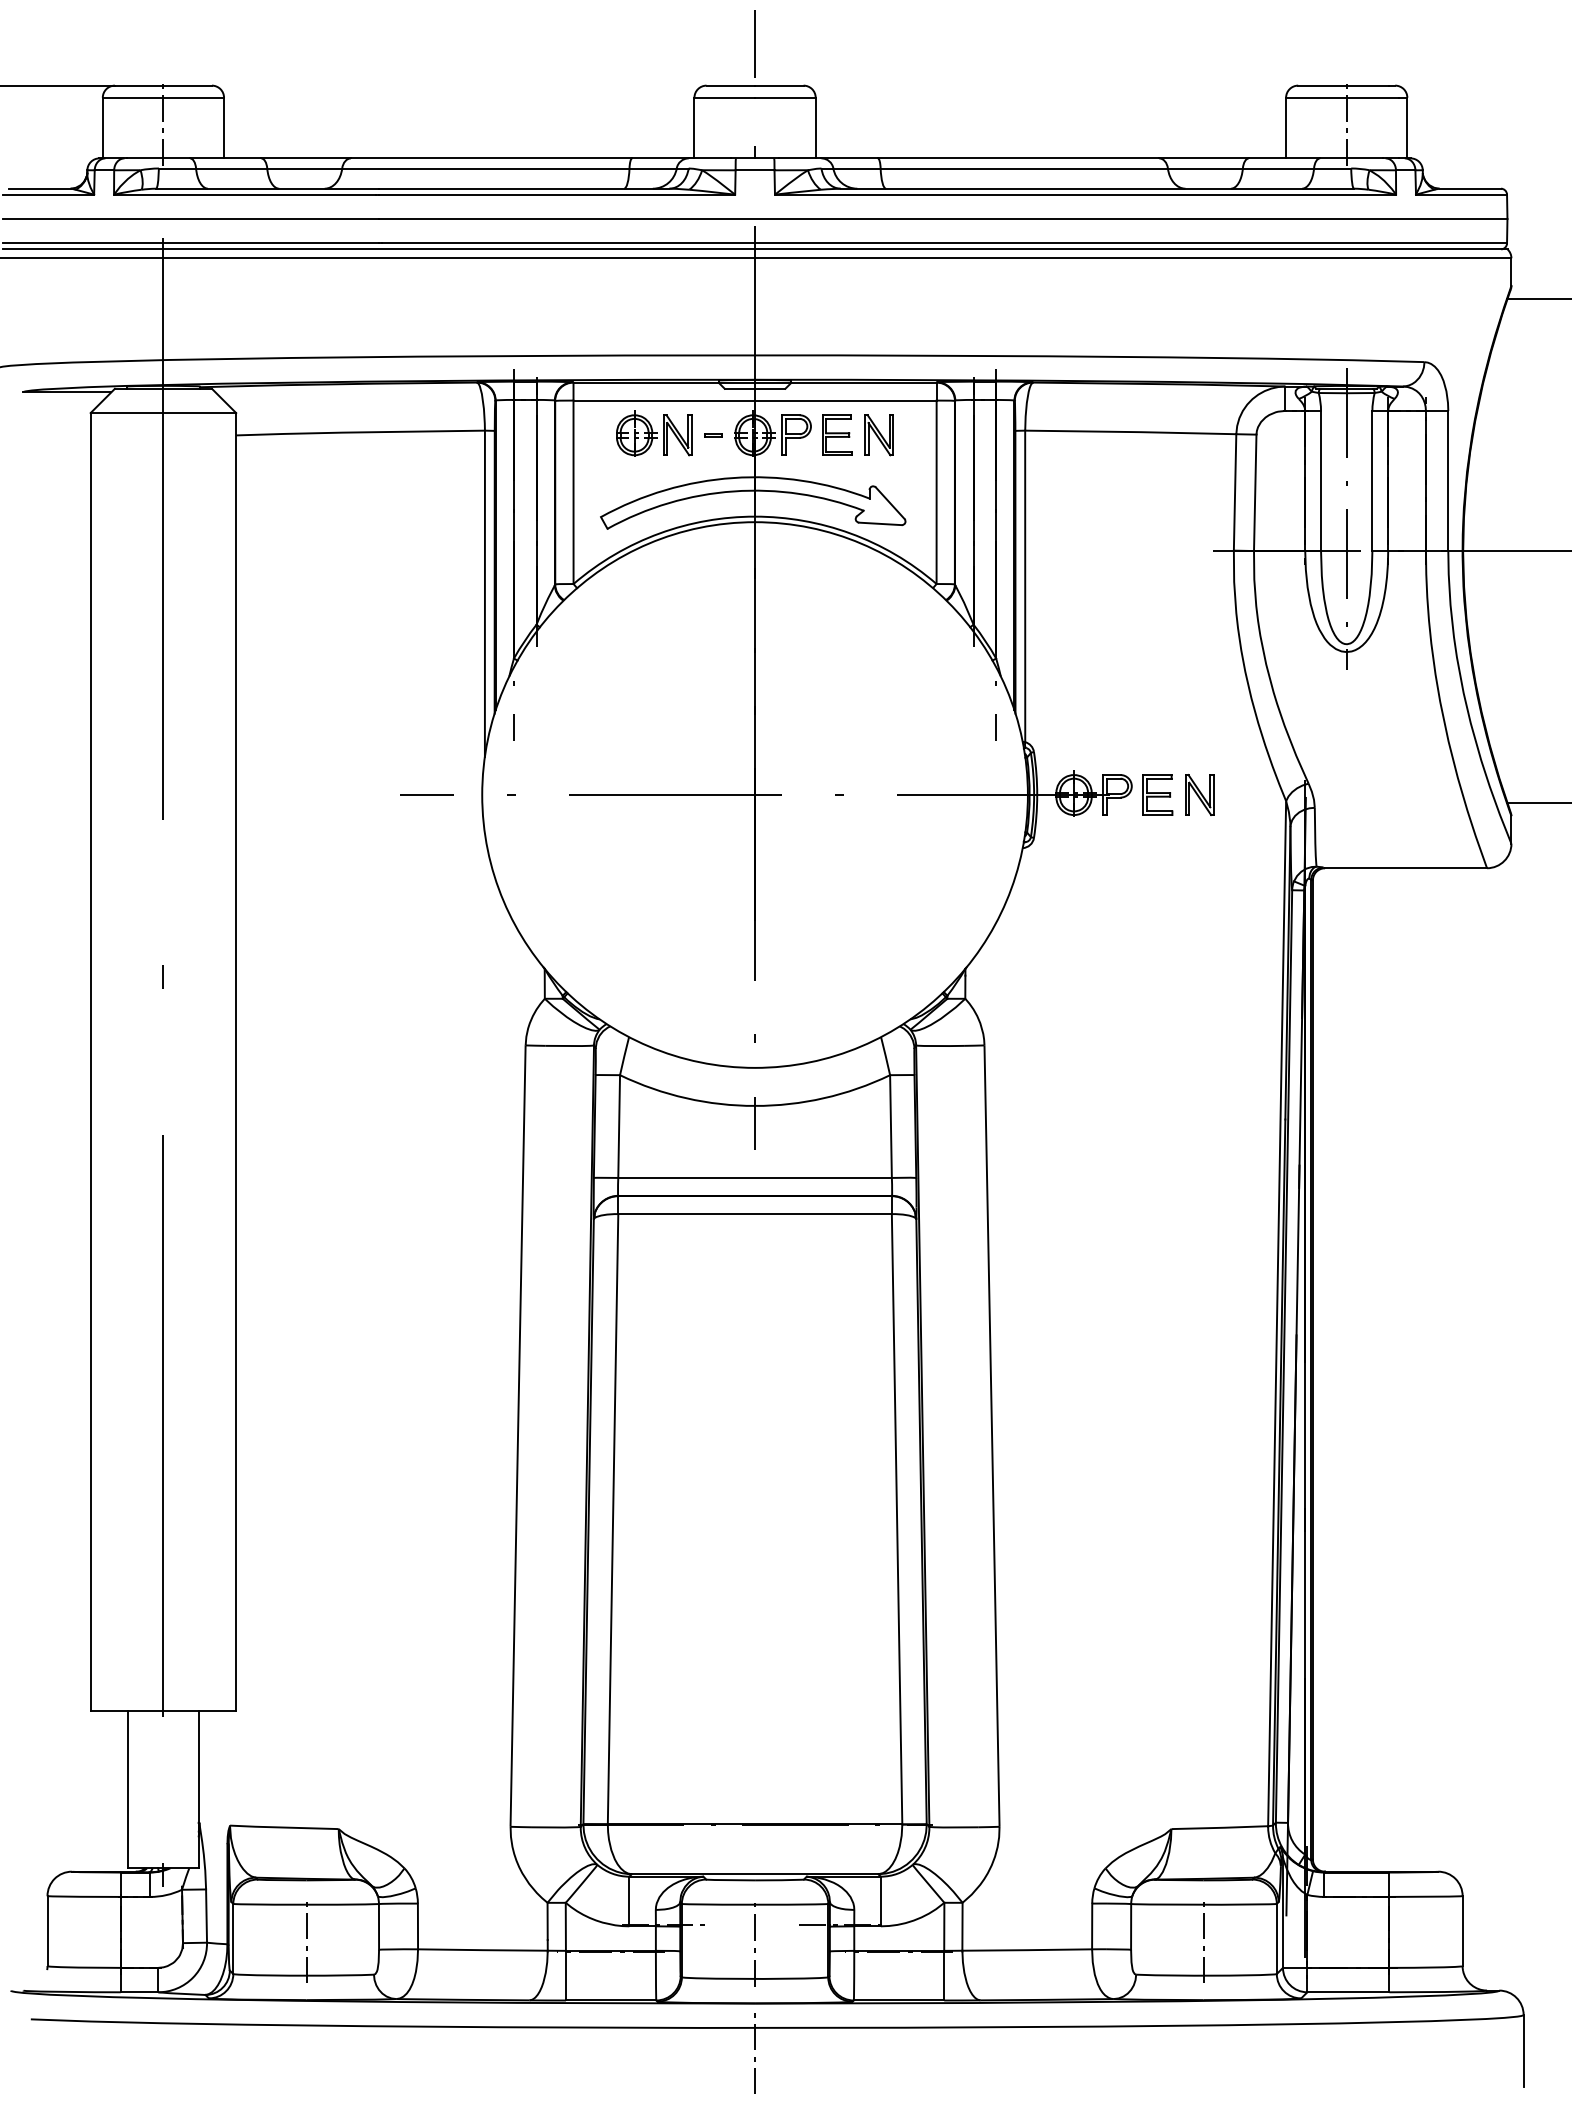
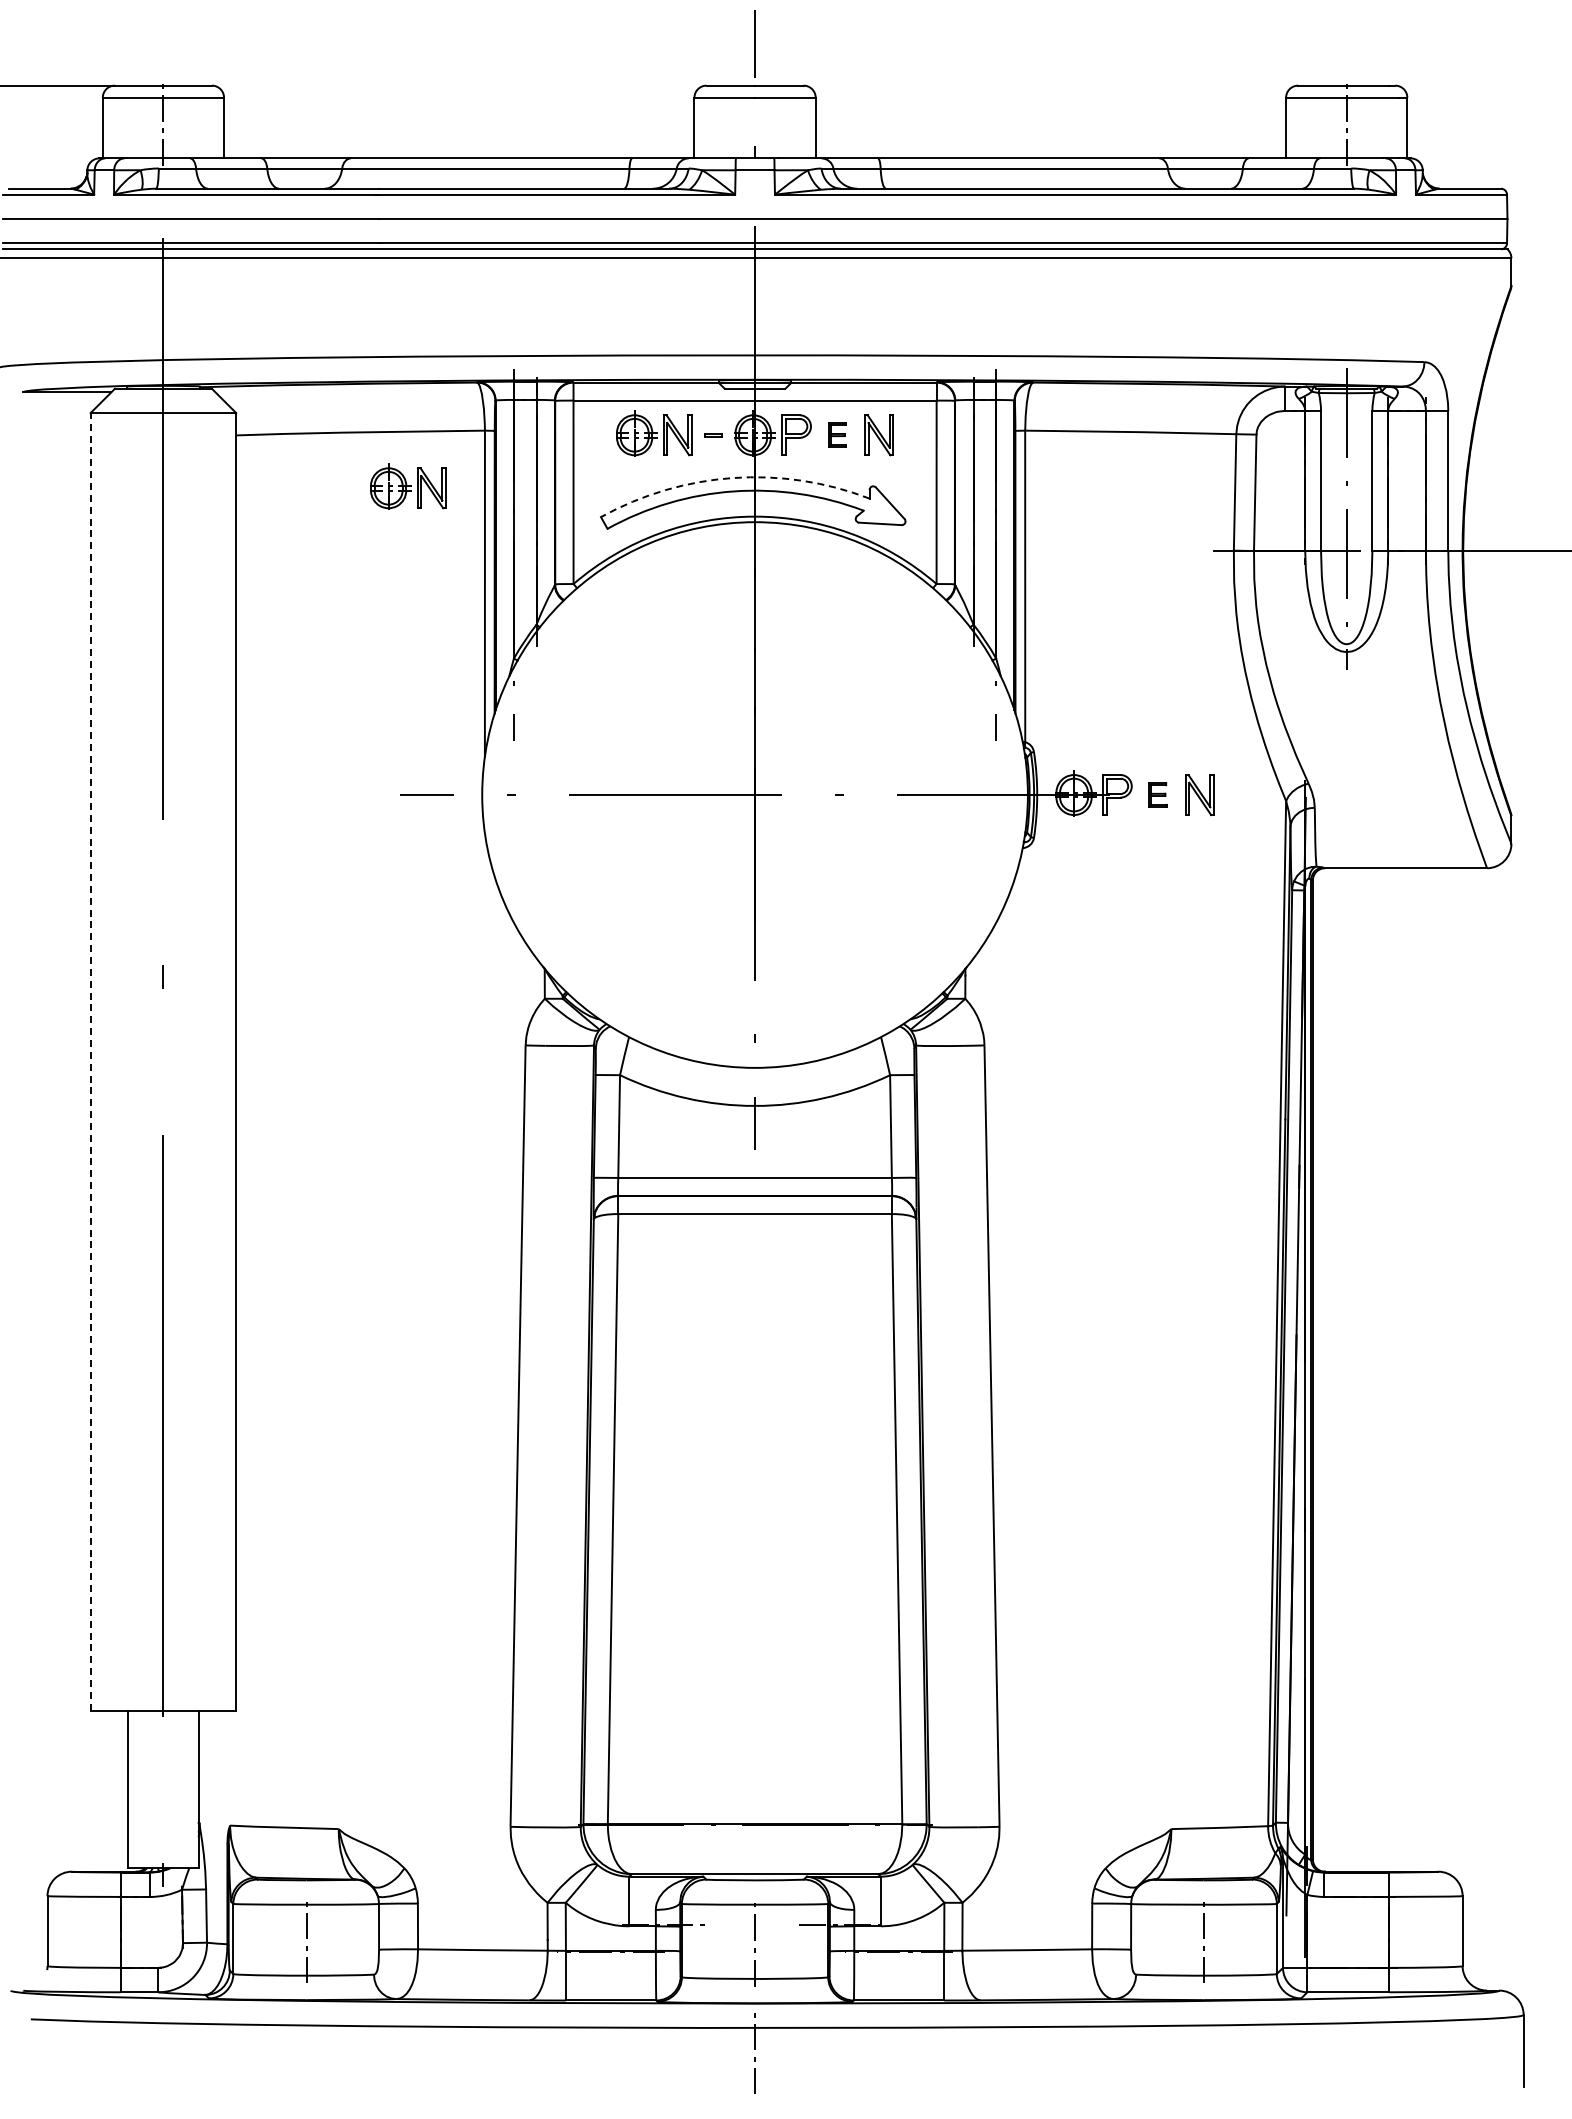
line at (1537, 299): present -> none
part at (837, 434) size: 31x42 px -> 19x26 px
arc at (733, 478): solid -> dashed
part at (408, 486): none -> present
part at (1157, 794) size: 32x42 px -> 20x26 px
line at (1537, 802): present -> none
line at (90, 1061): solid -> dashed
